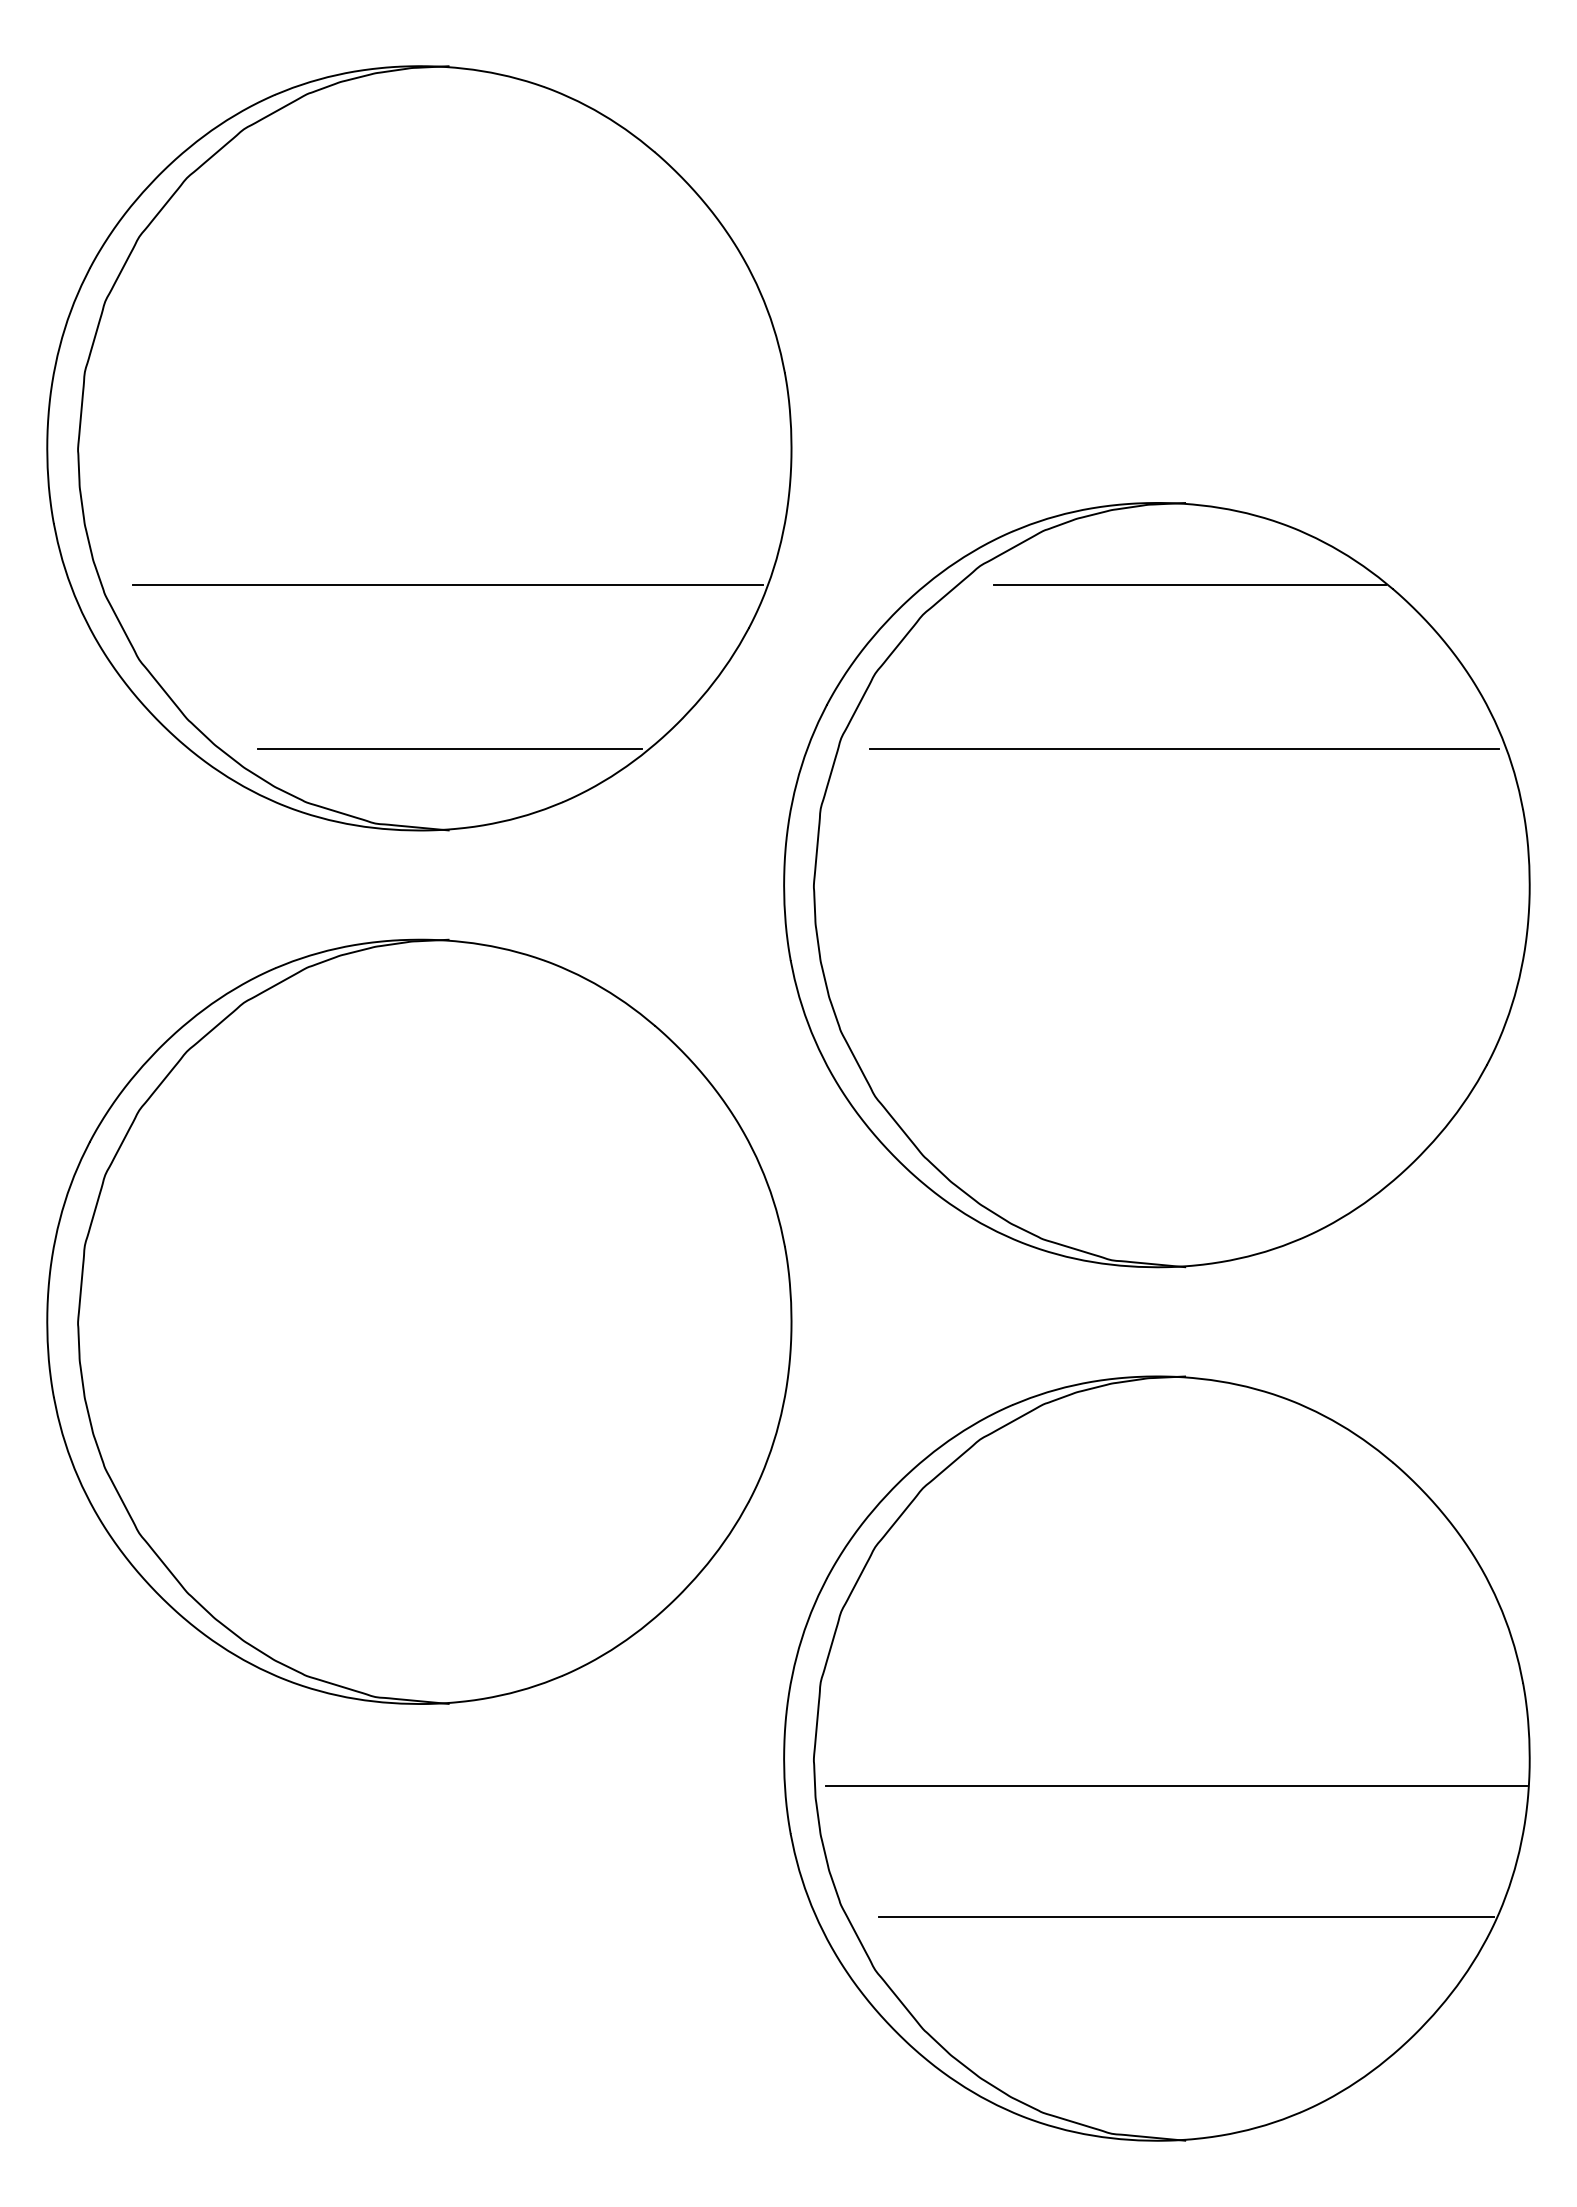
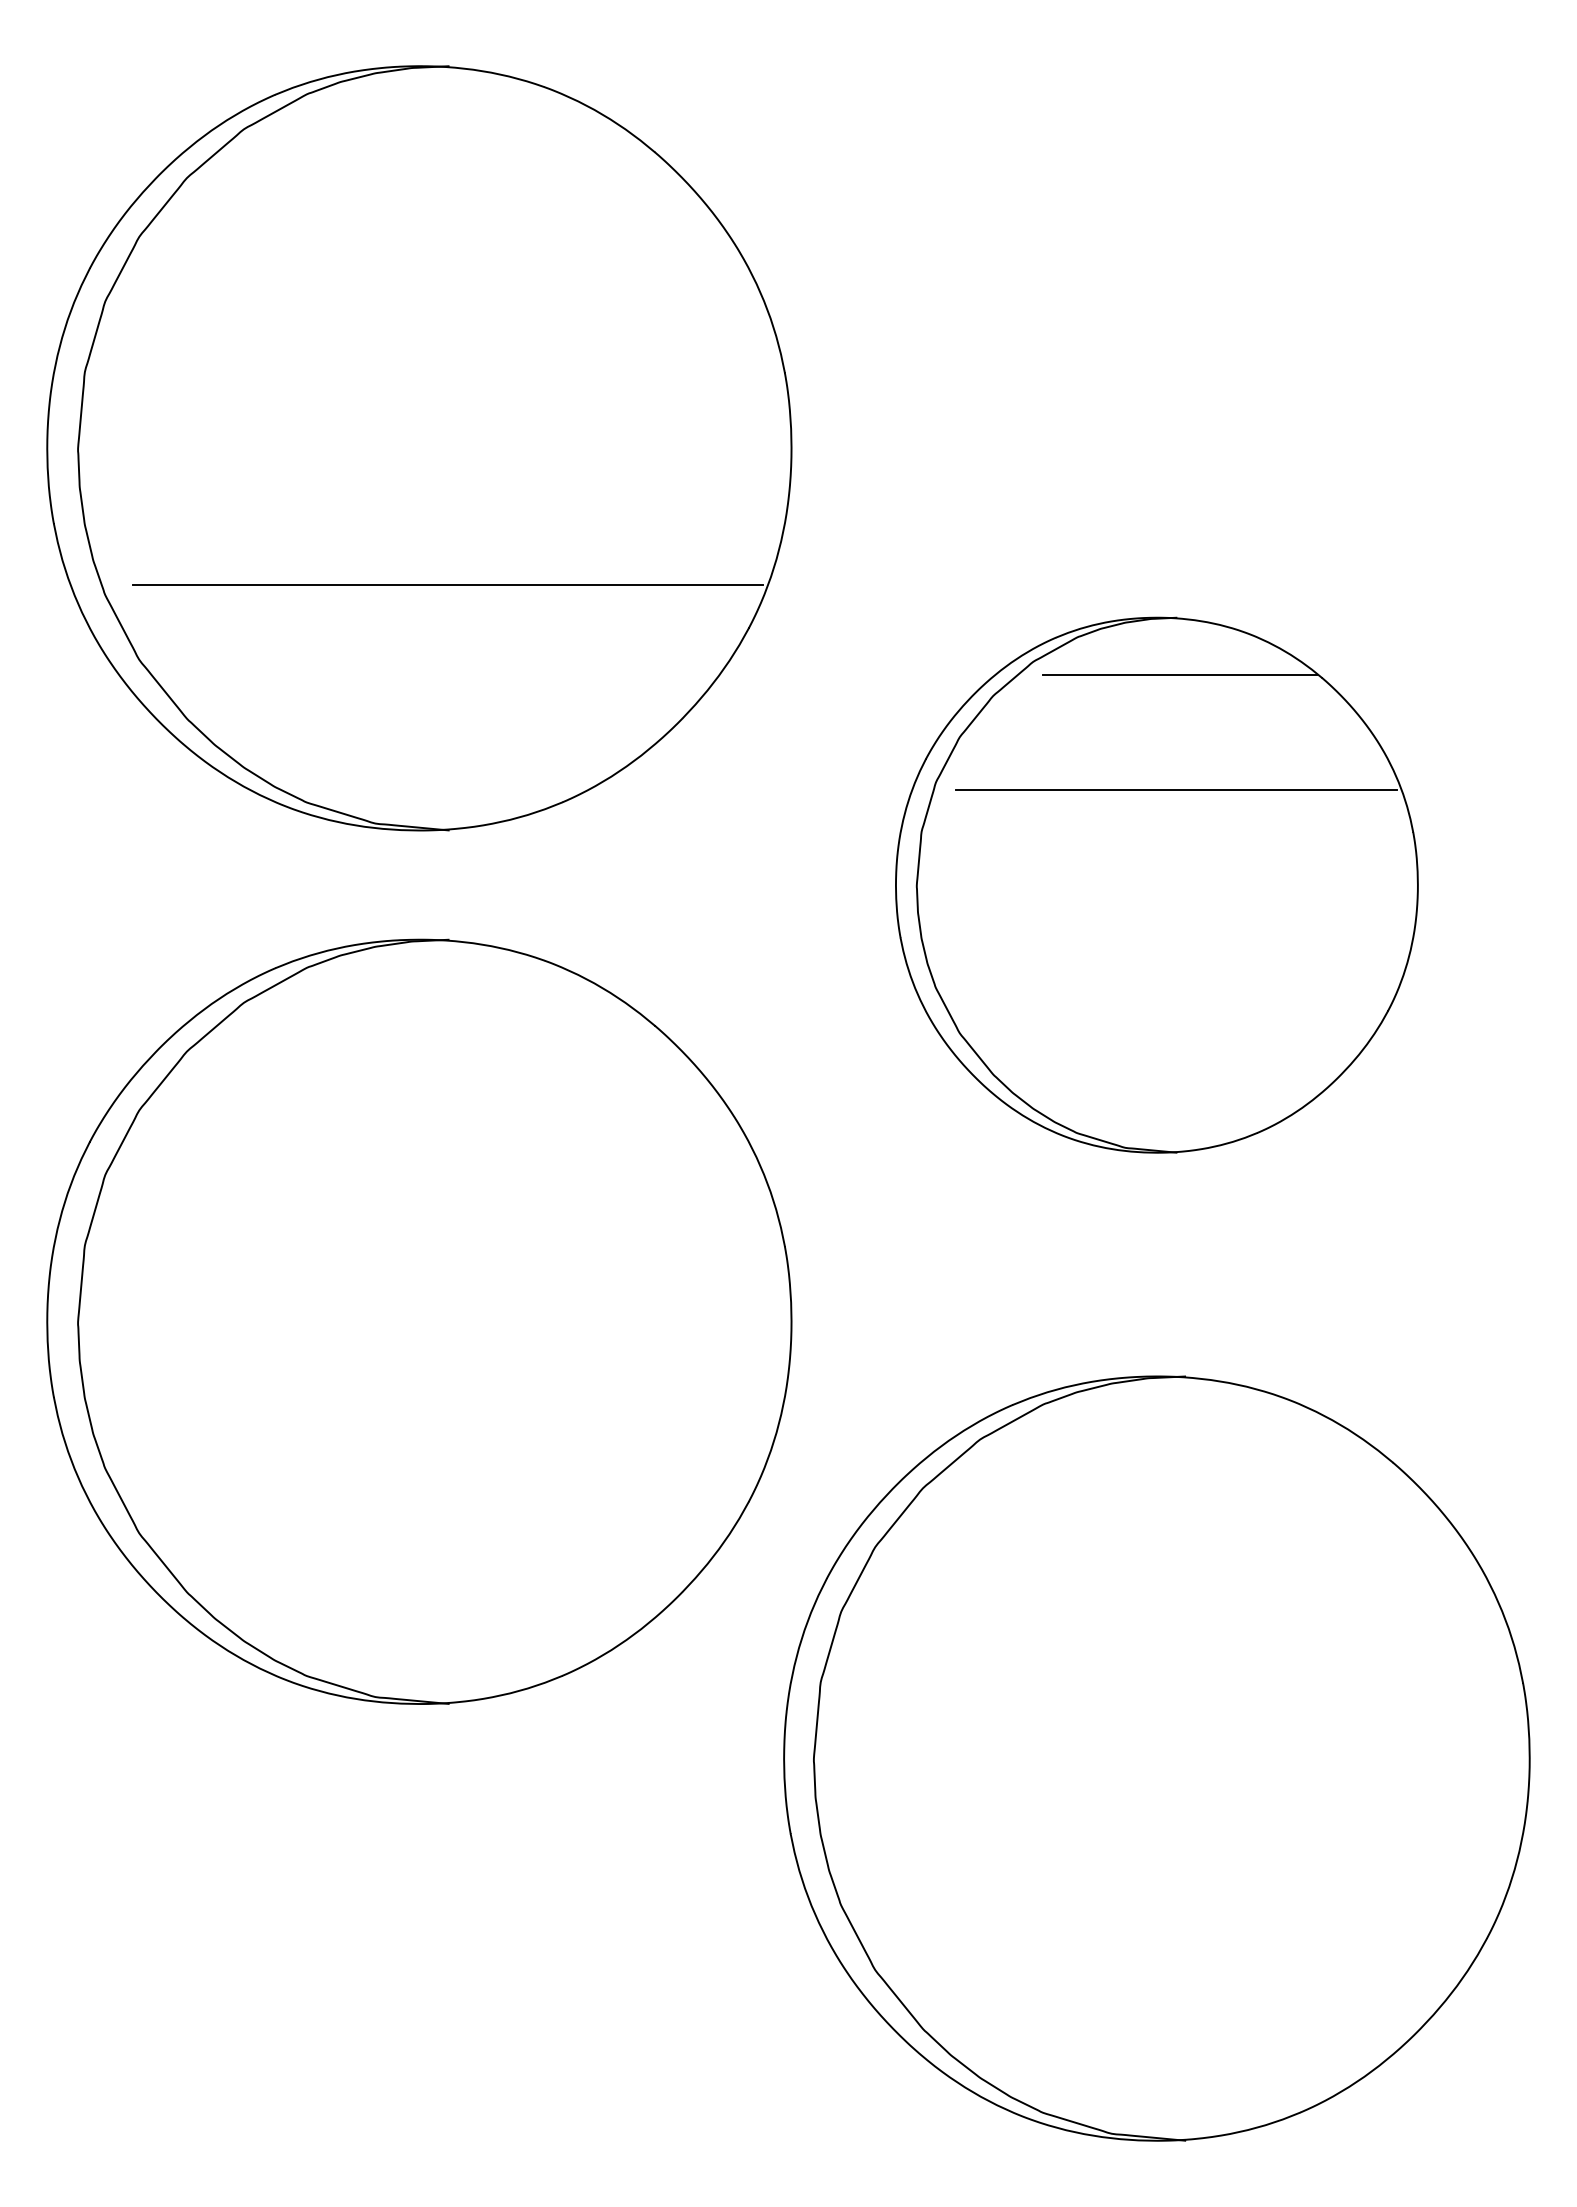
line at (449, 748): present -> none
part at (1156, 885) size: 748x767 px -> 524x538 px
line at (1176, 1785): present -> none
line at (1185, 1916): present -> none
